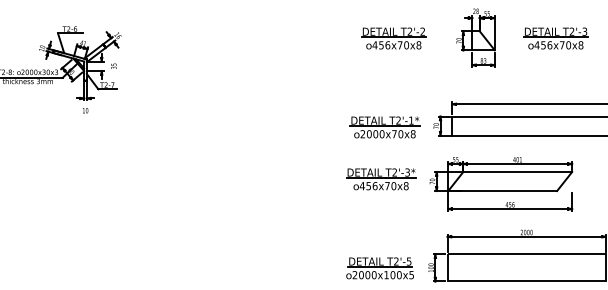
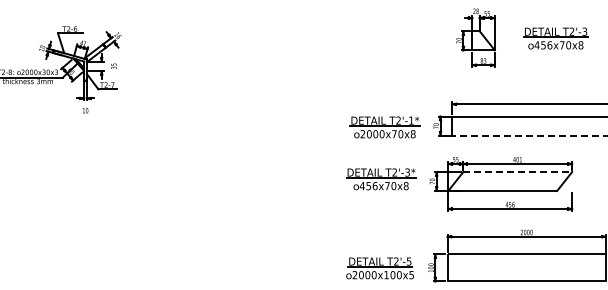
part at (393, 38): present -> none
line at (529, 135): solid -> dashed
line at (518, 172): solid -> dashed
